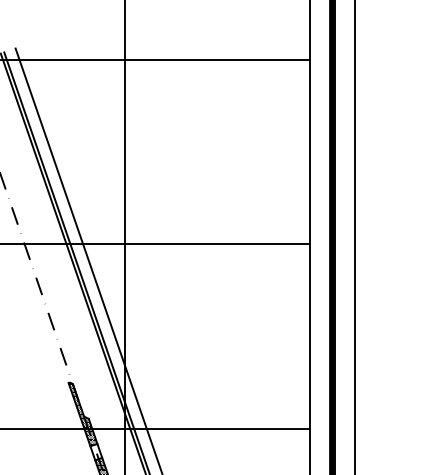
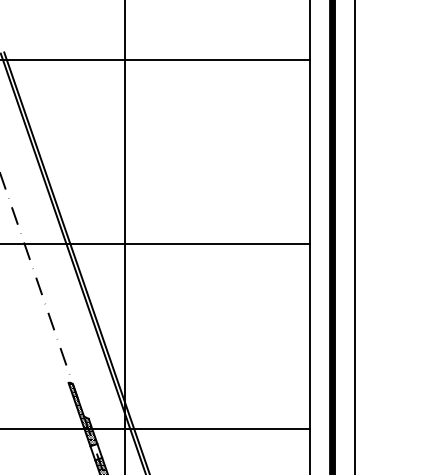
line at (88, 259): present -> none
